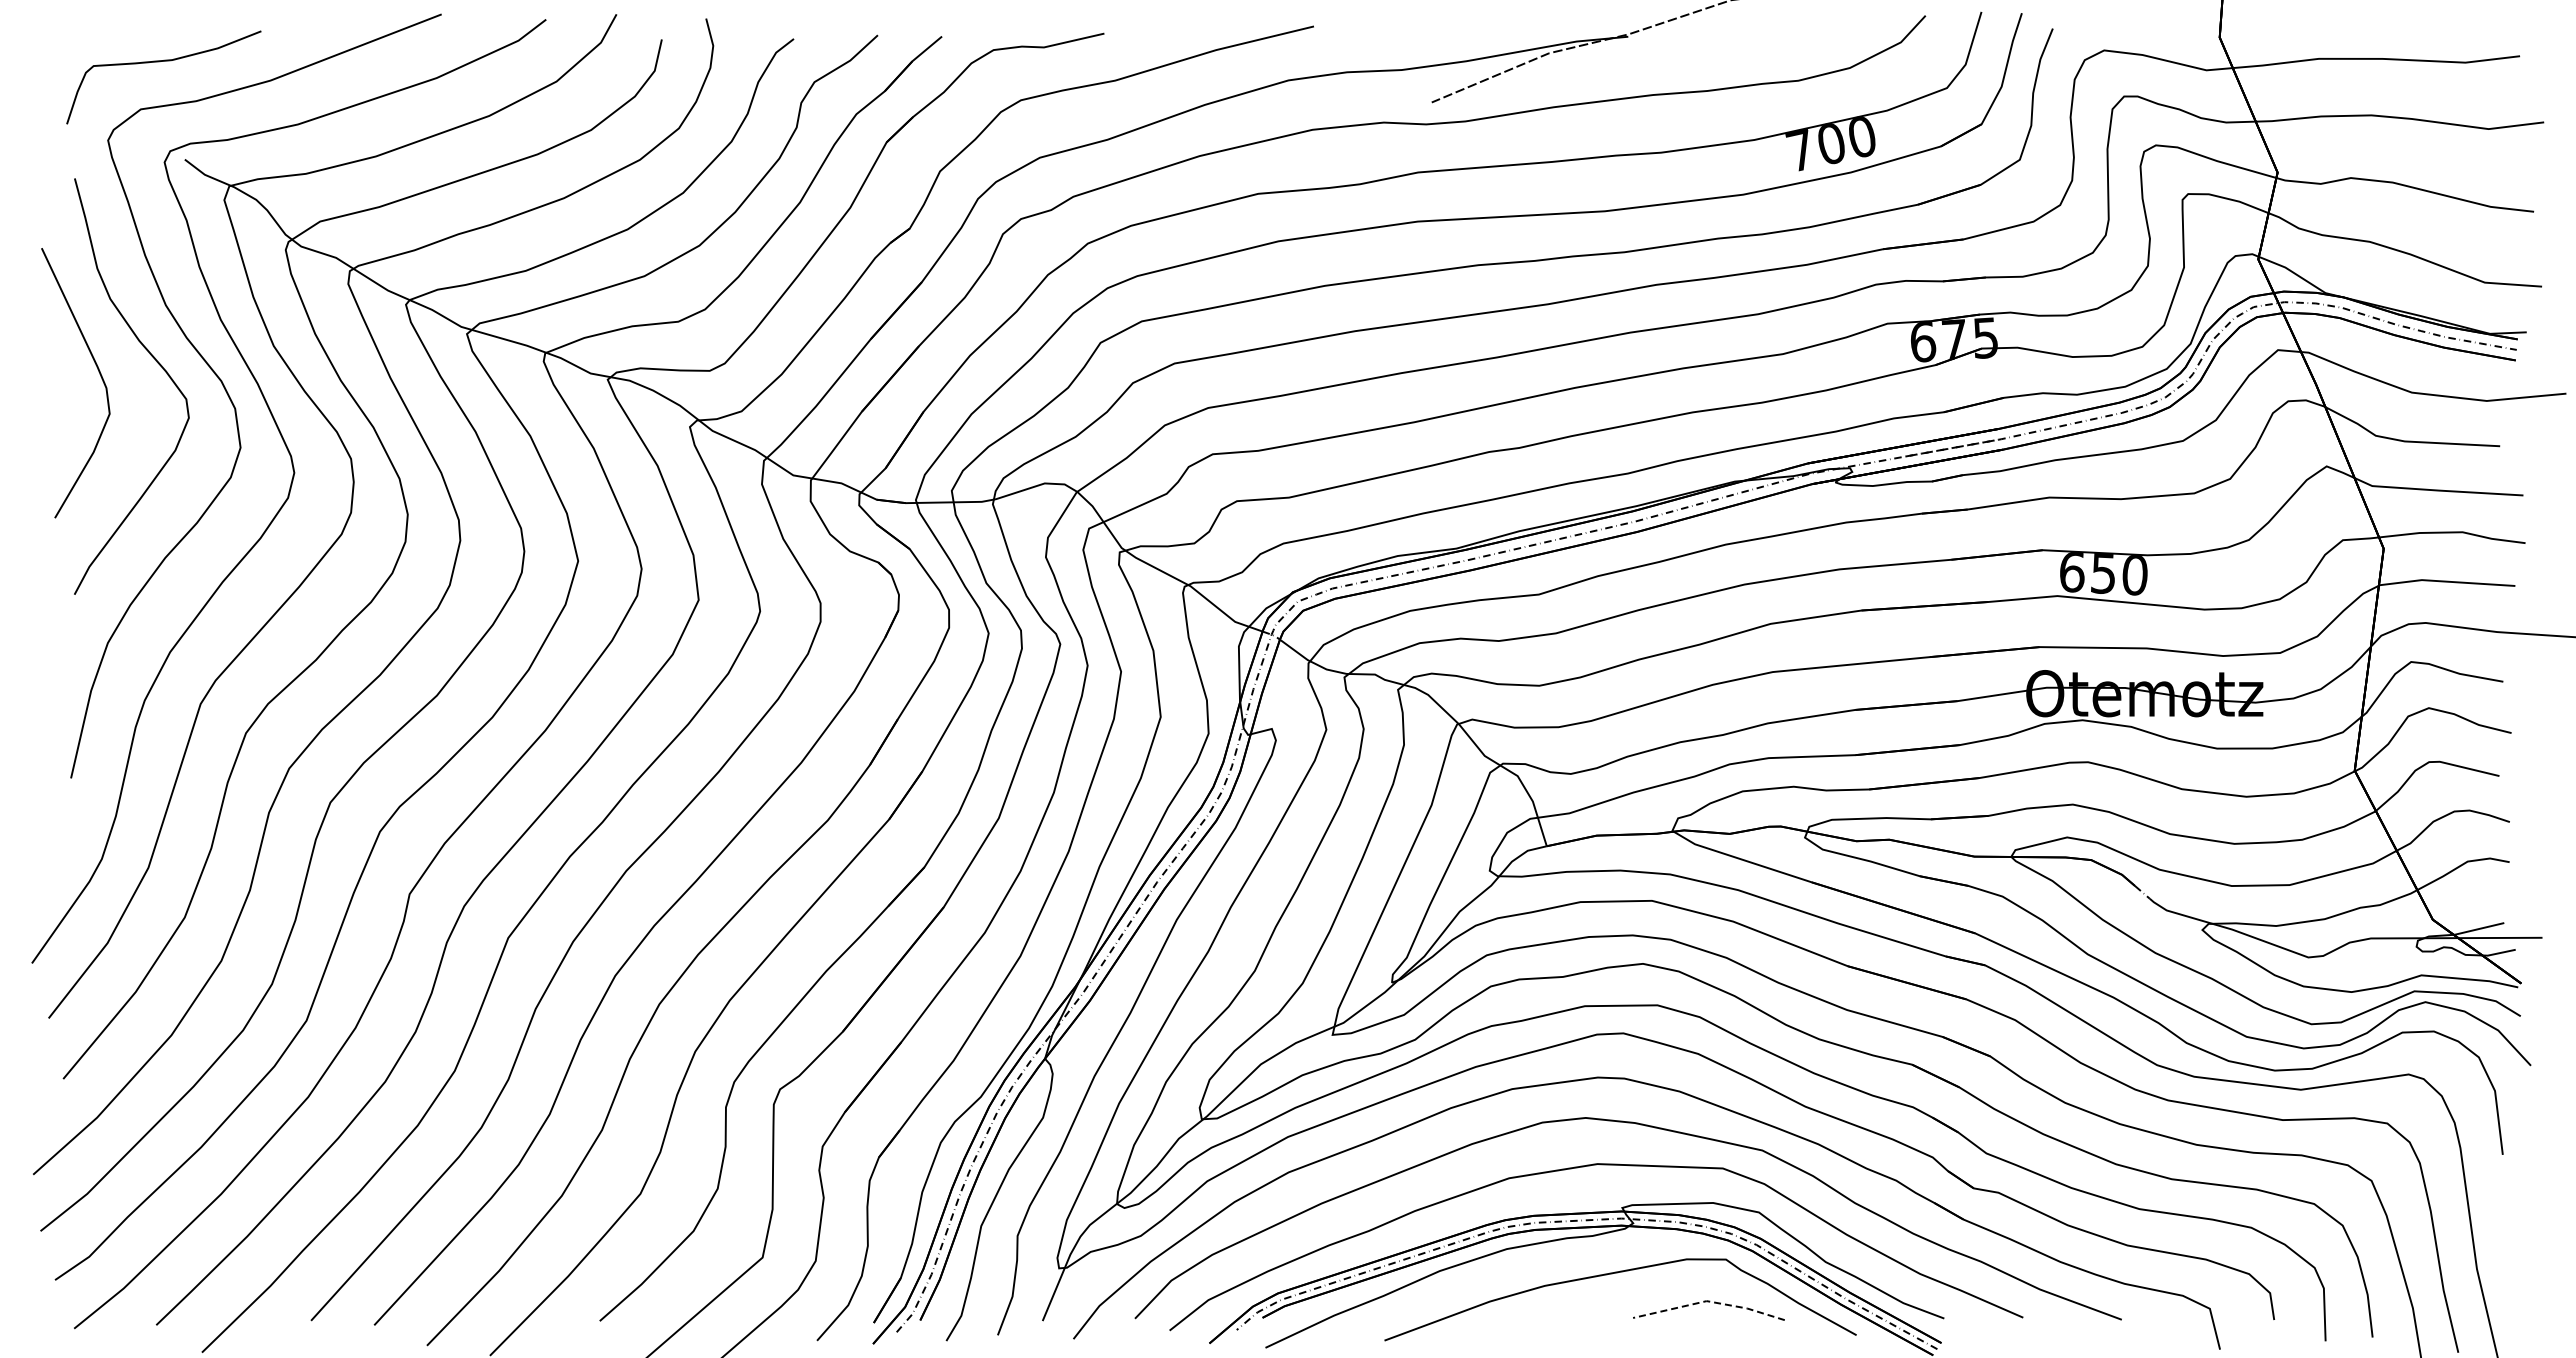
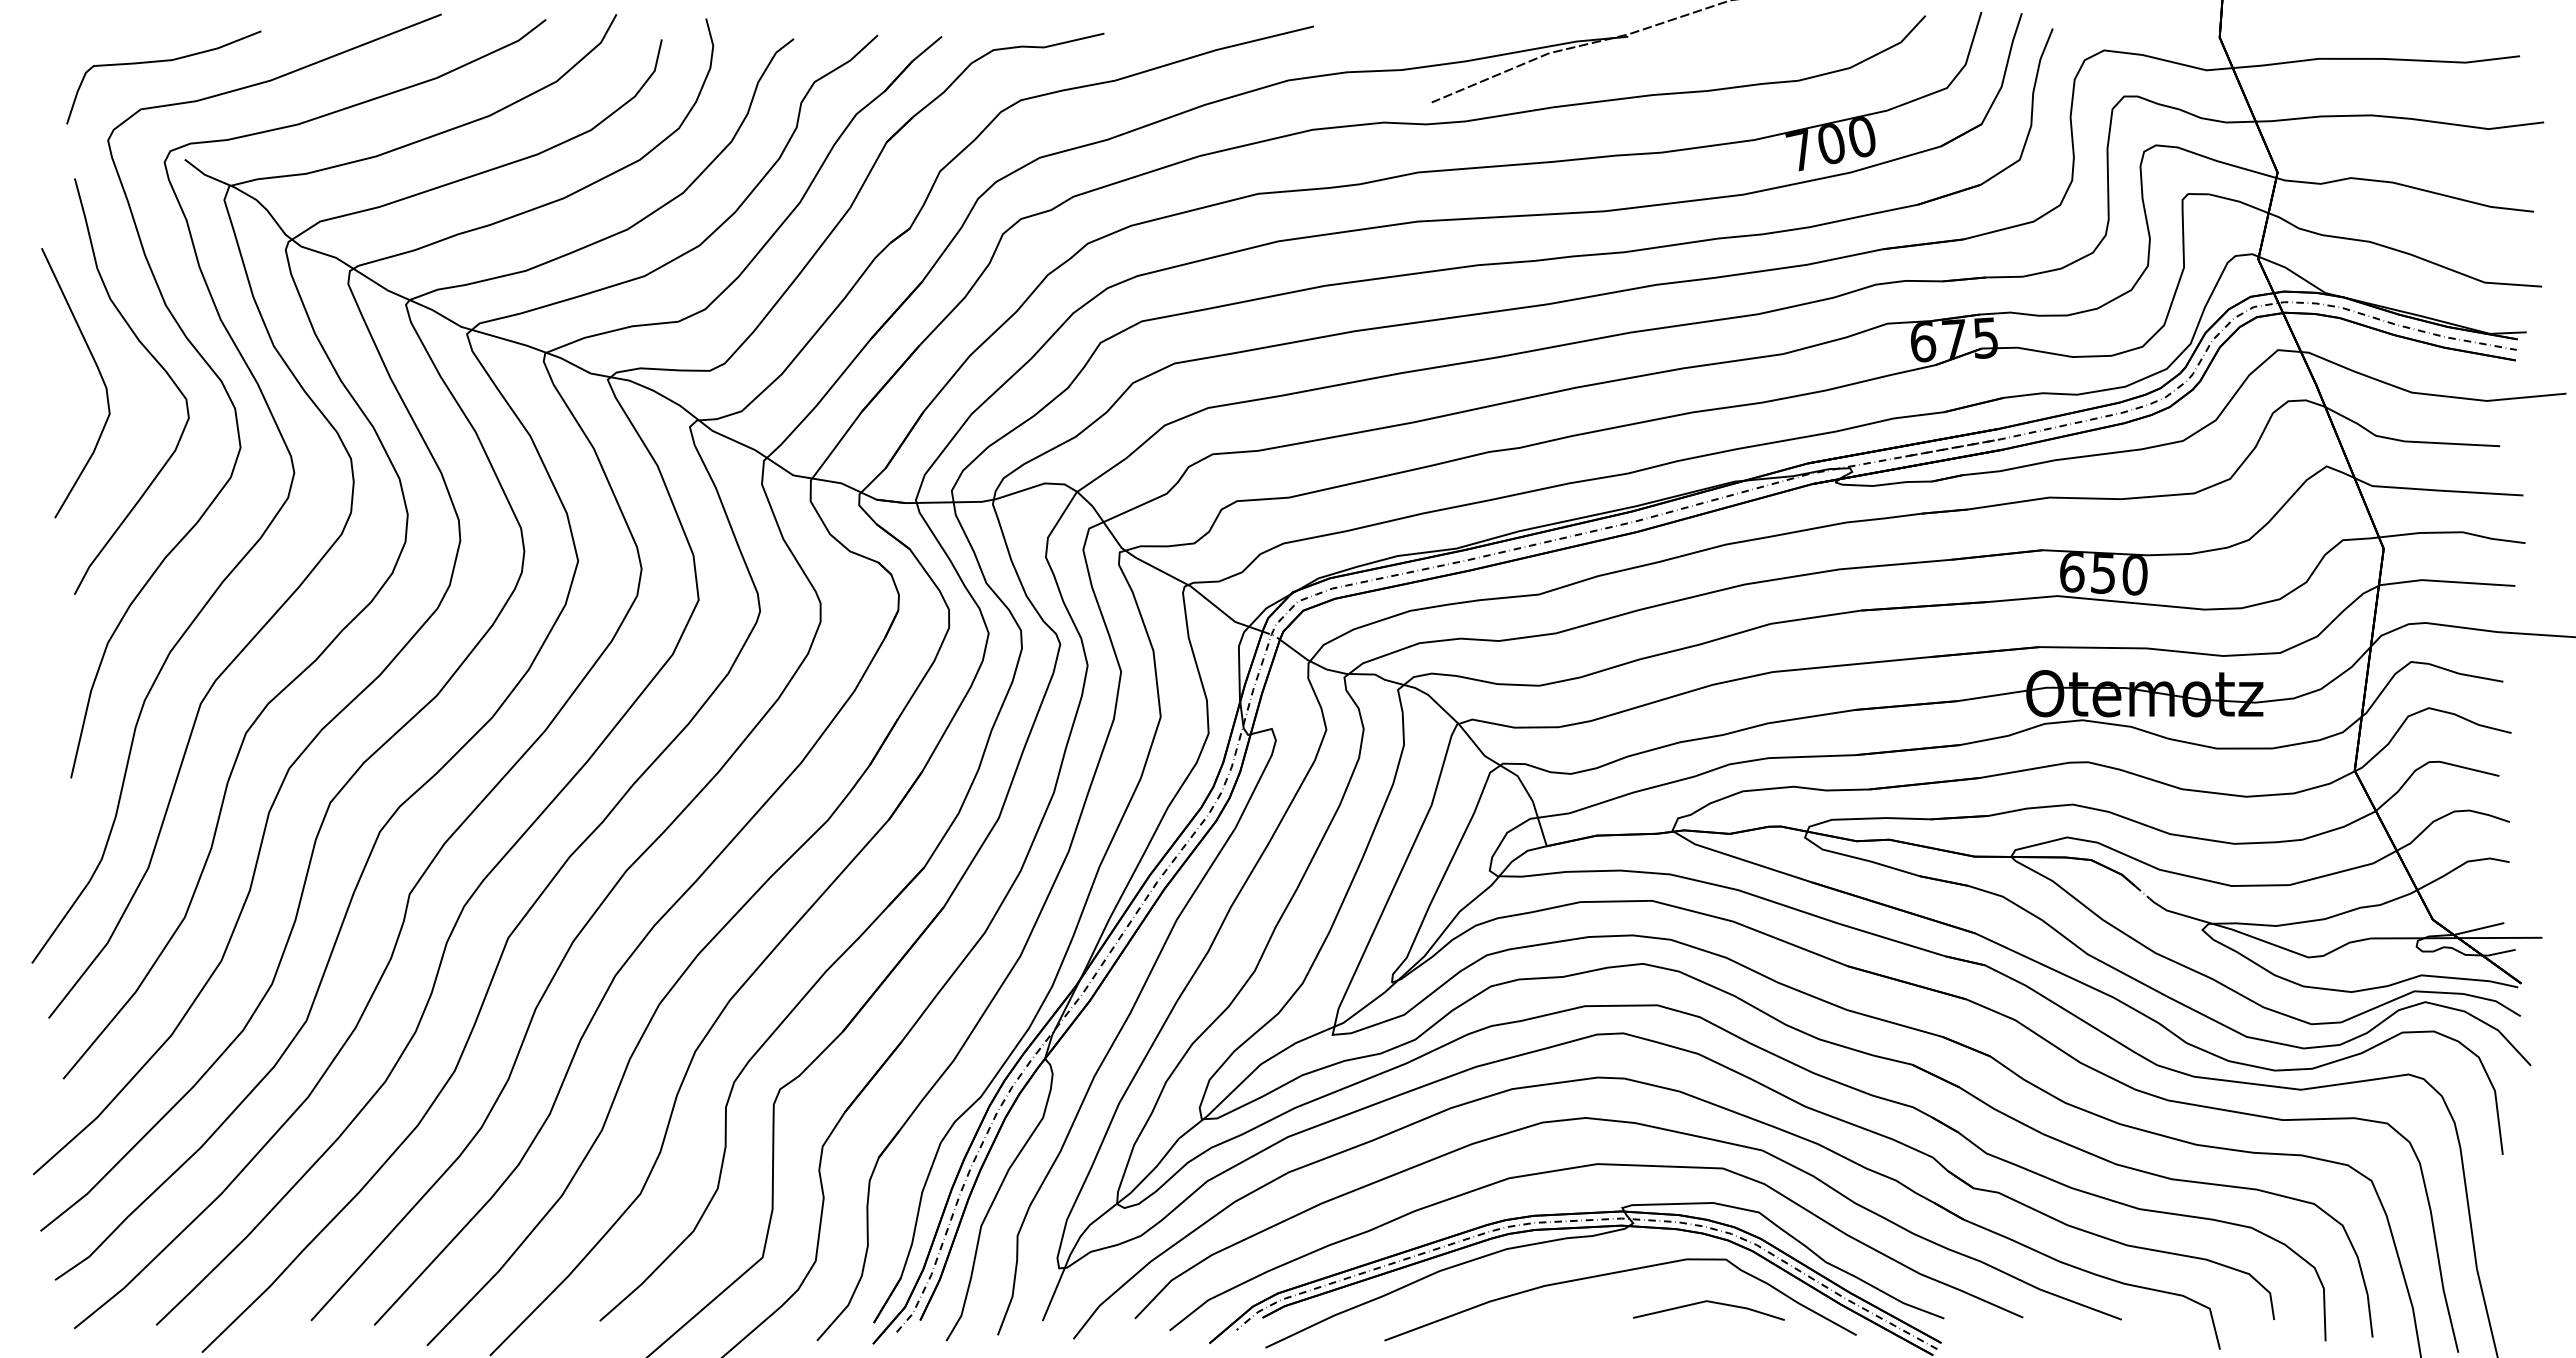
line at (1709, 1301): dashed -> solid
